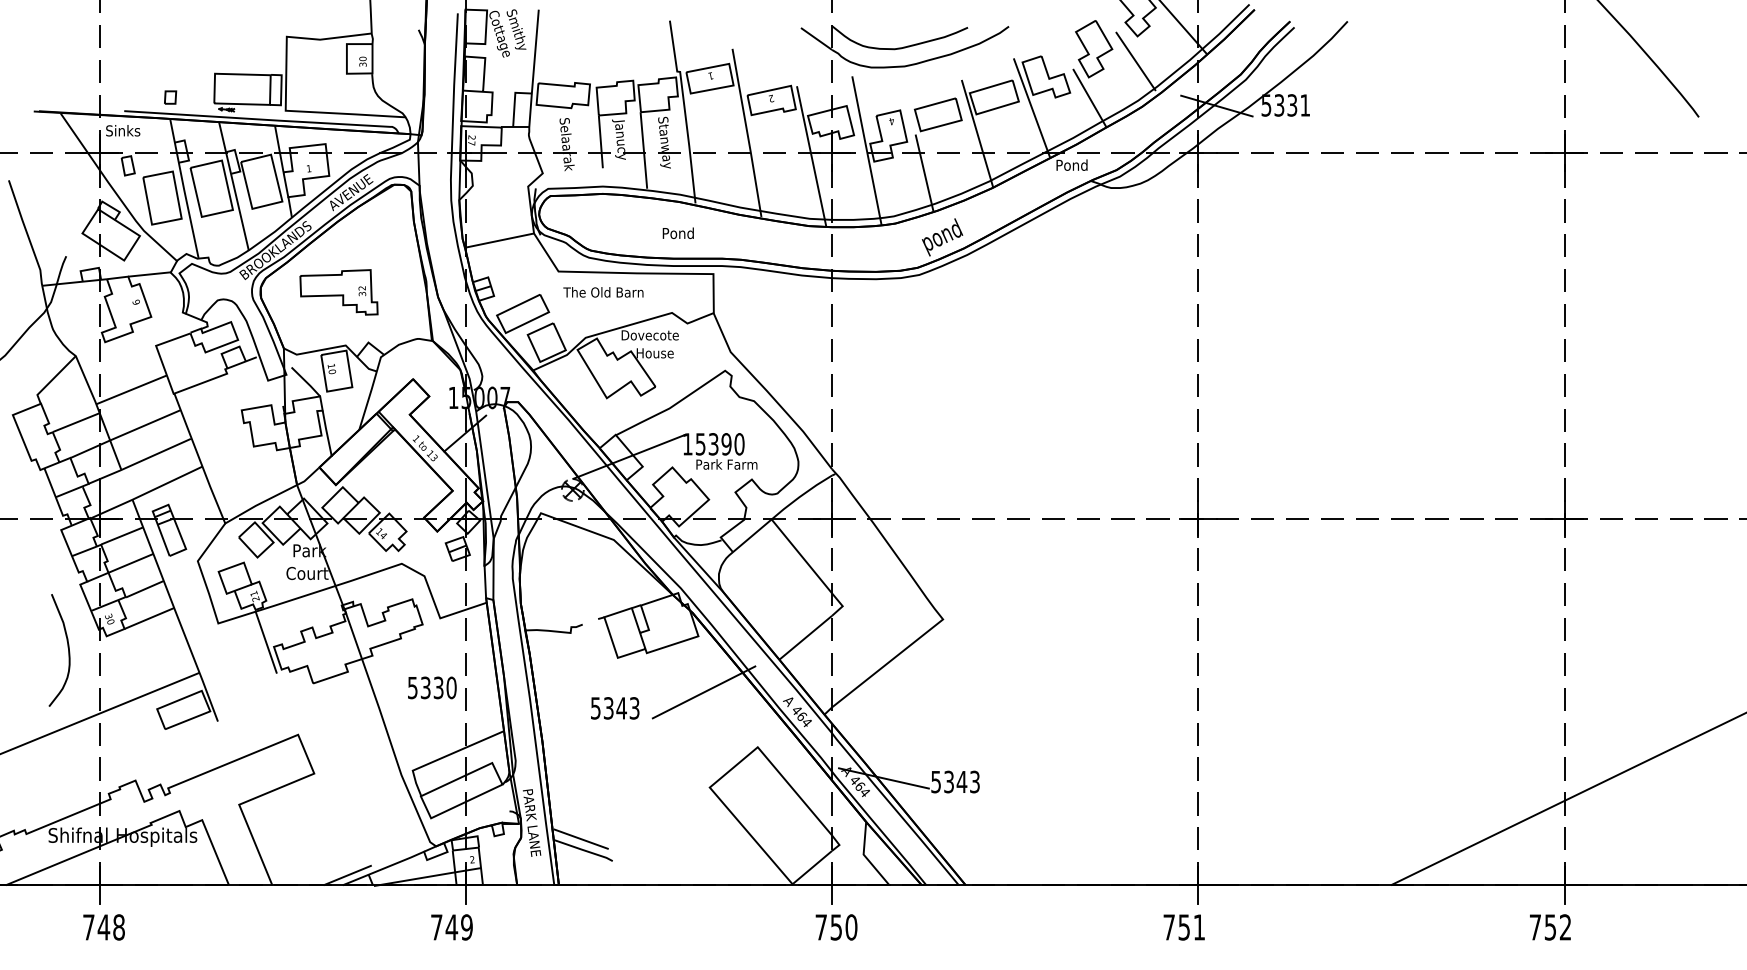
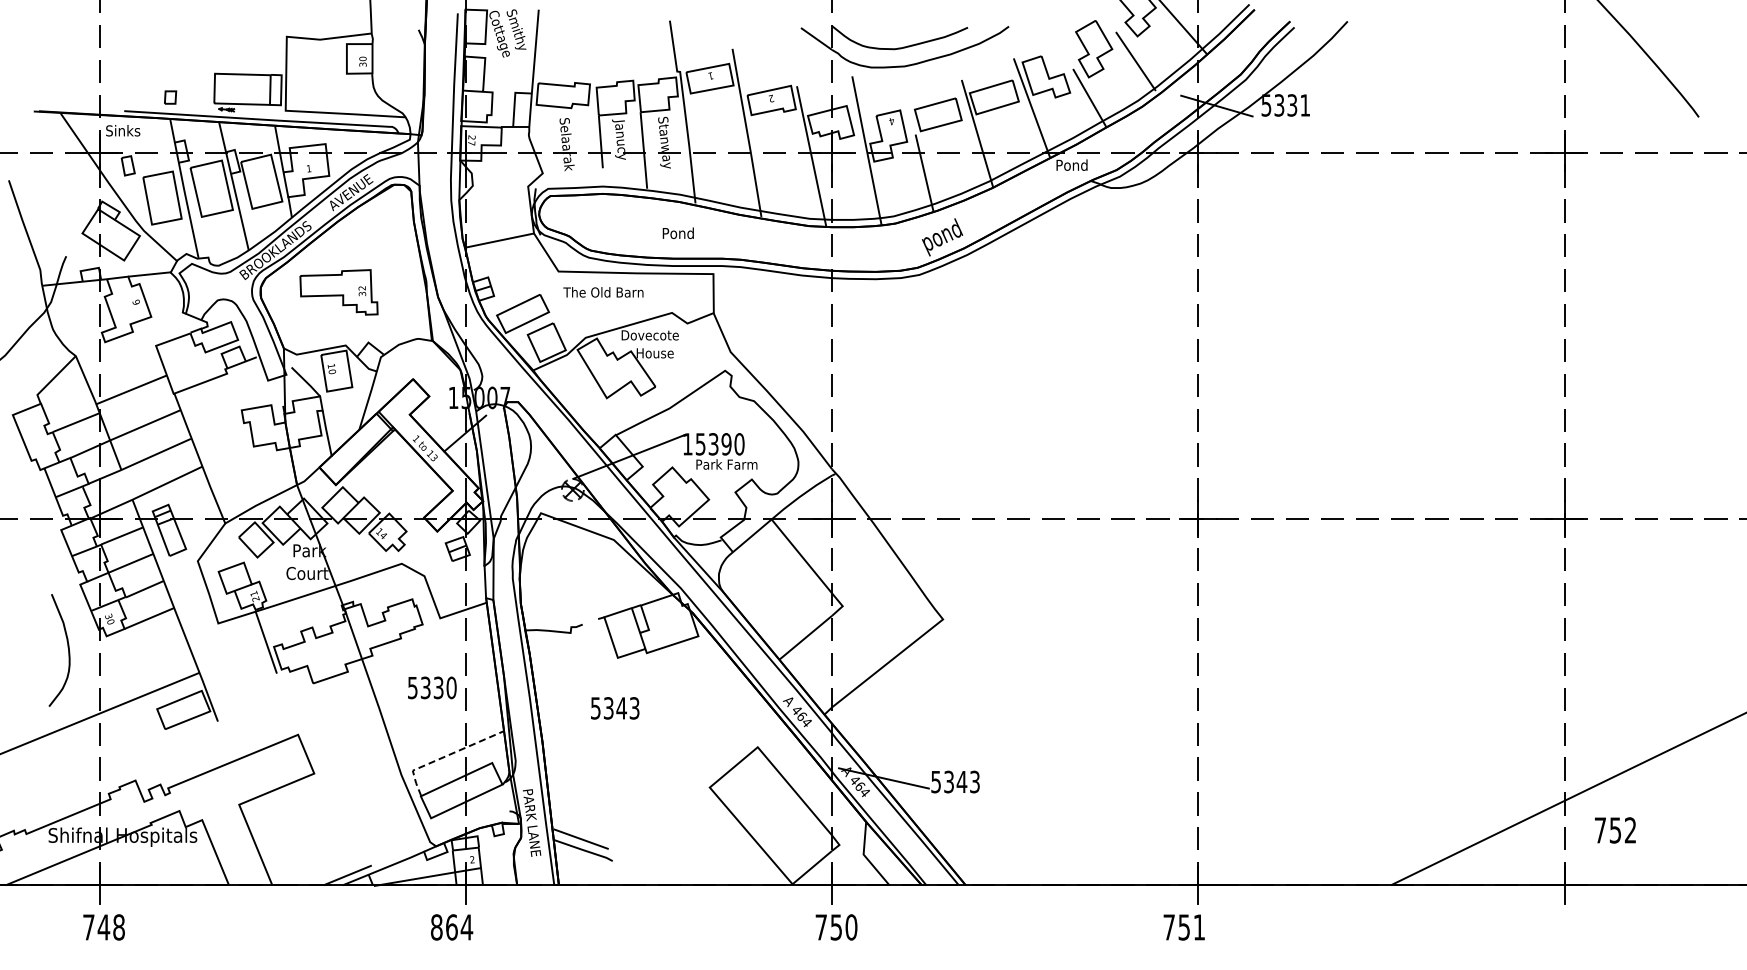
line at (703, 692): present -> none
line at (445, 756): solid -> dashed
text at (452, 927): 749 -> 864
text at (1550, 927) position: (1550, 927) -> (1615, 830)
